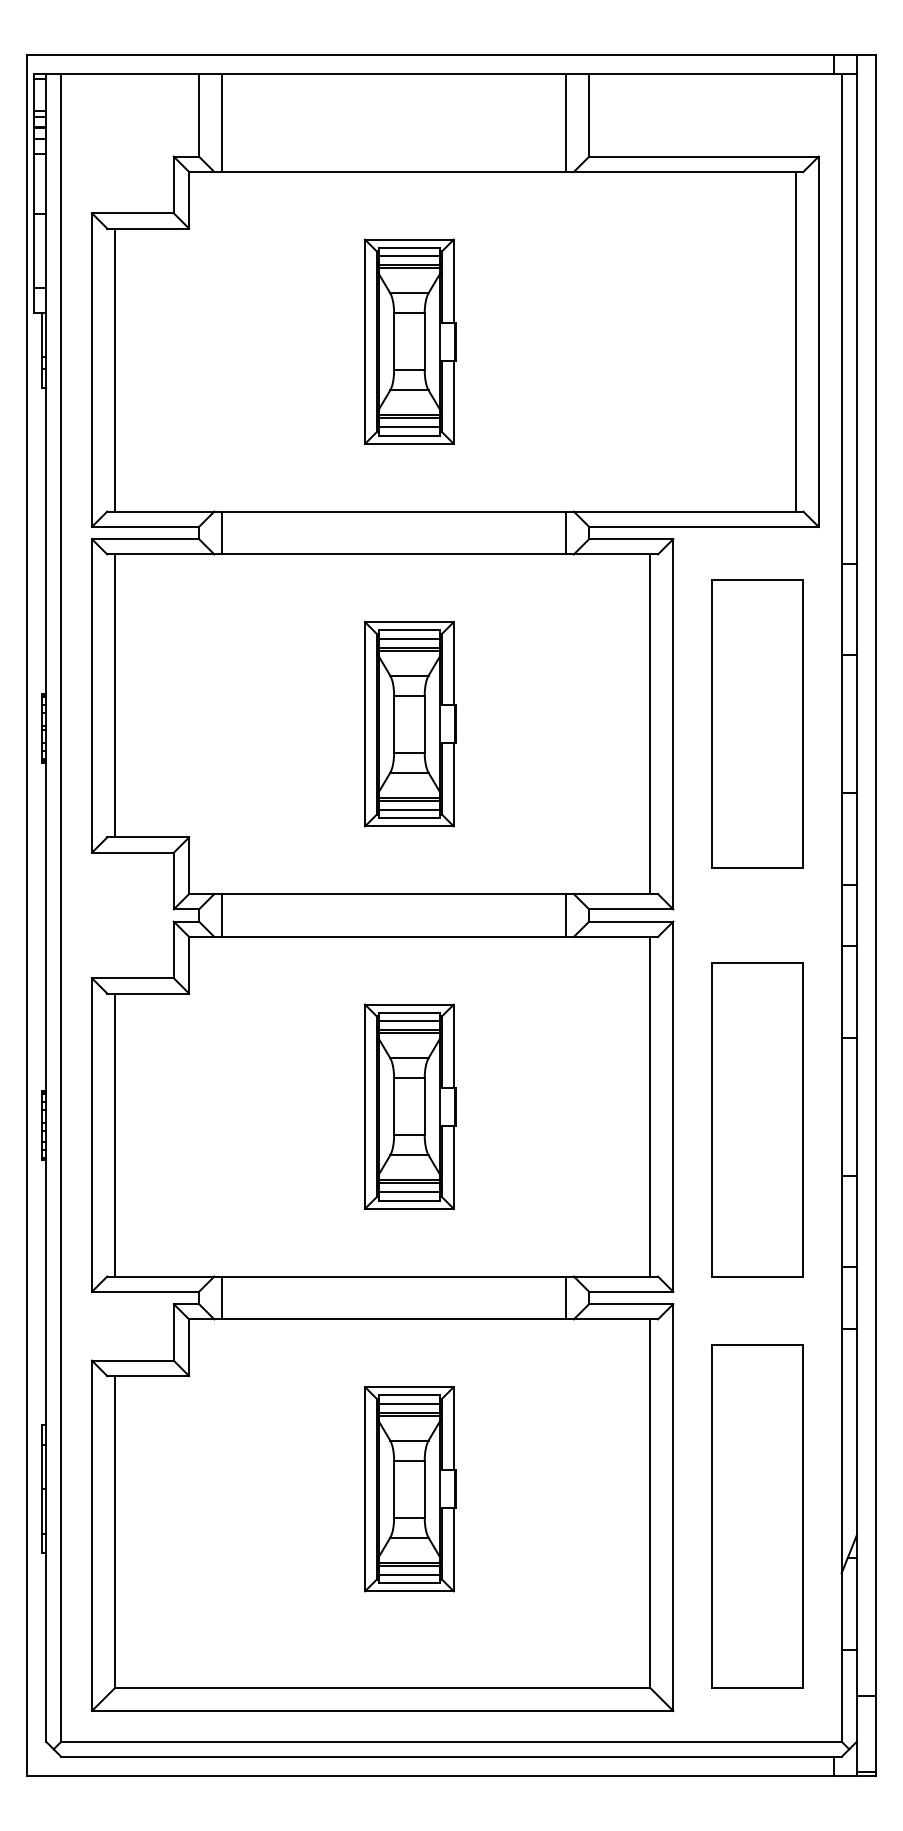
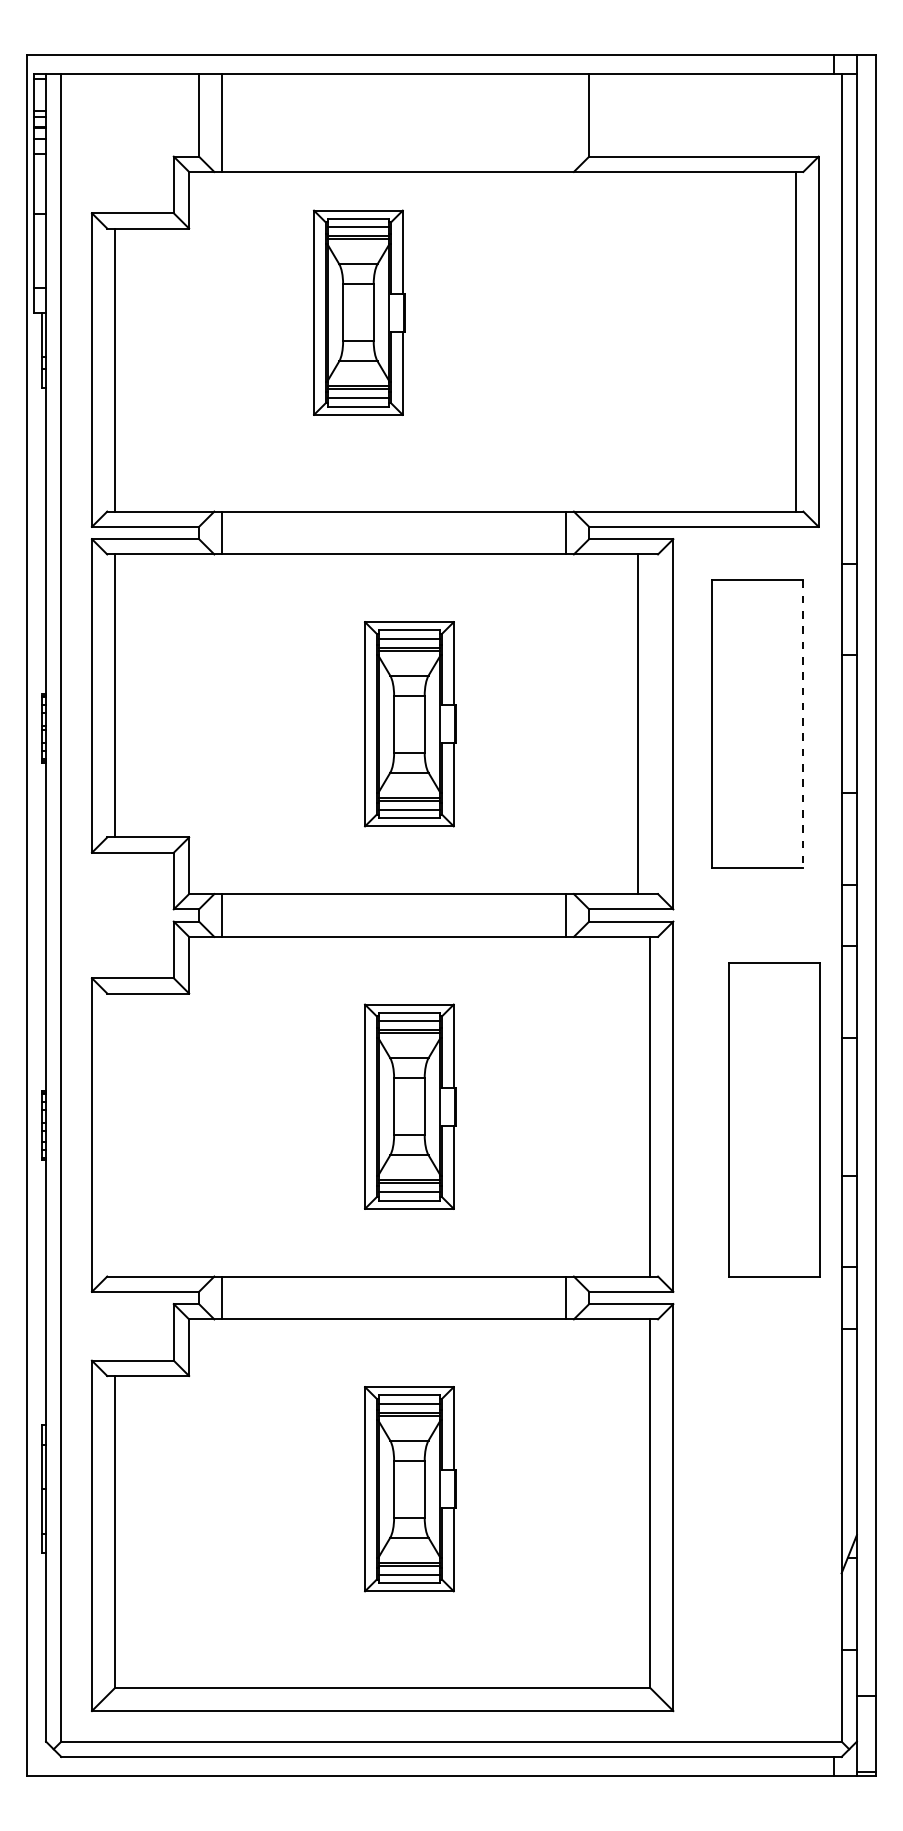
line at (566, 122): present -> none
part at (410, 341) position: (410, 341) -> (359, 312)
line at (650, 724) position: (650, 724) -> (638, 724)
line at (803, 724): solid -> dashed
part at (757, 1119) position: (757, 1119) -> (774, 1119)
line at (114, 1134): present -> none
part at (757, 1516): present -> none
